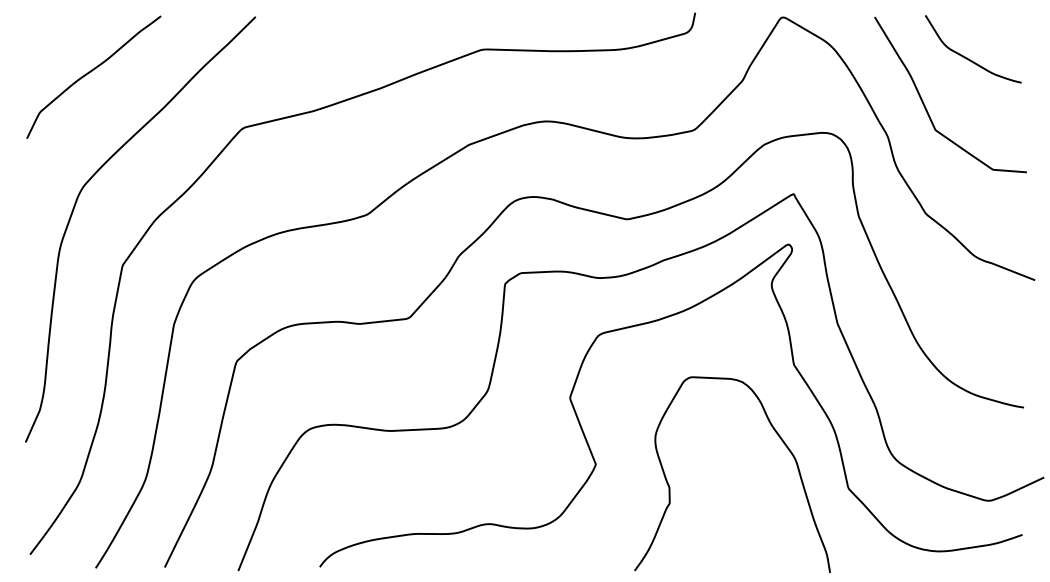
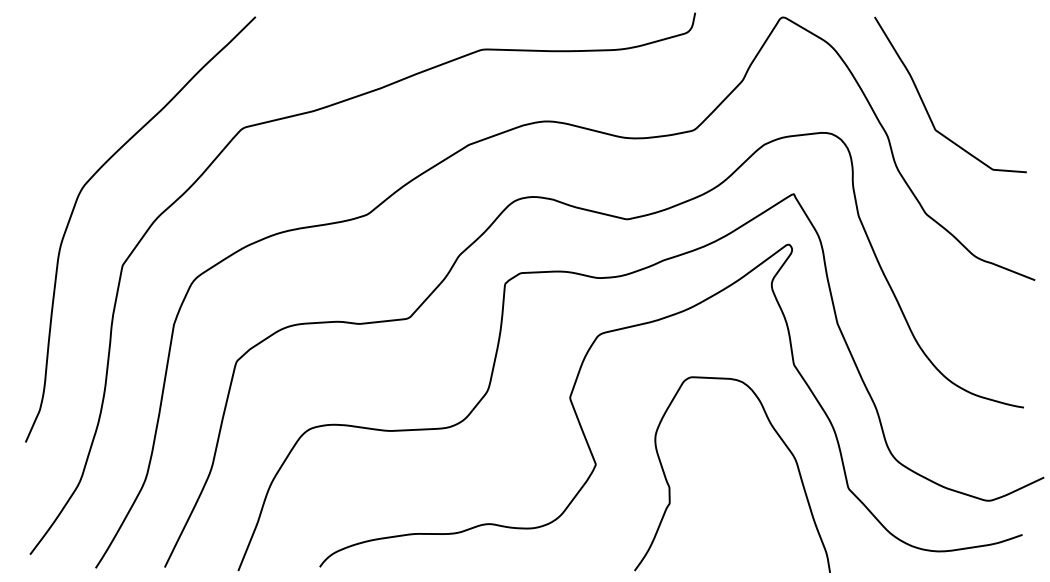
curve at (967, 57): present -> none
curve at (91, 72): present -> none
